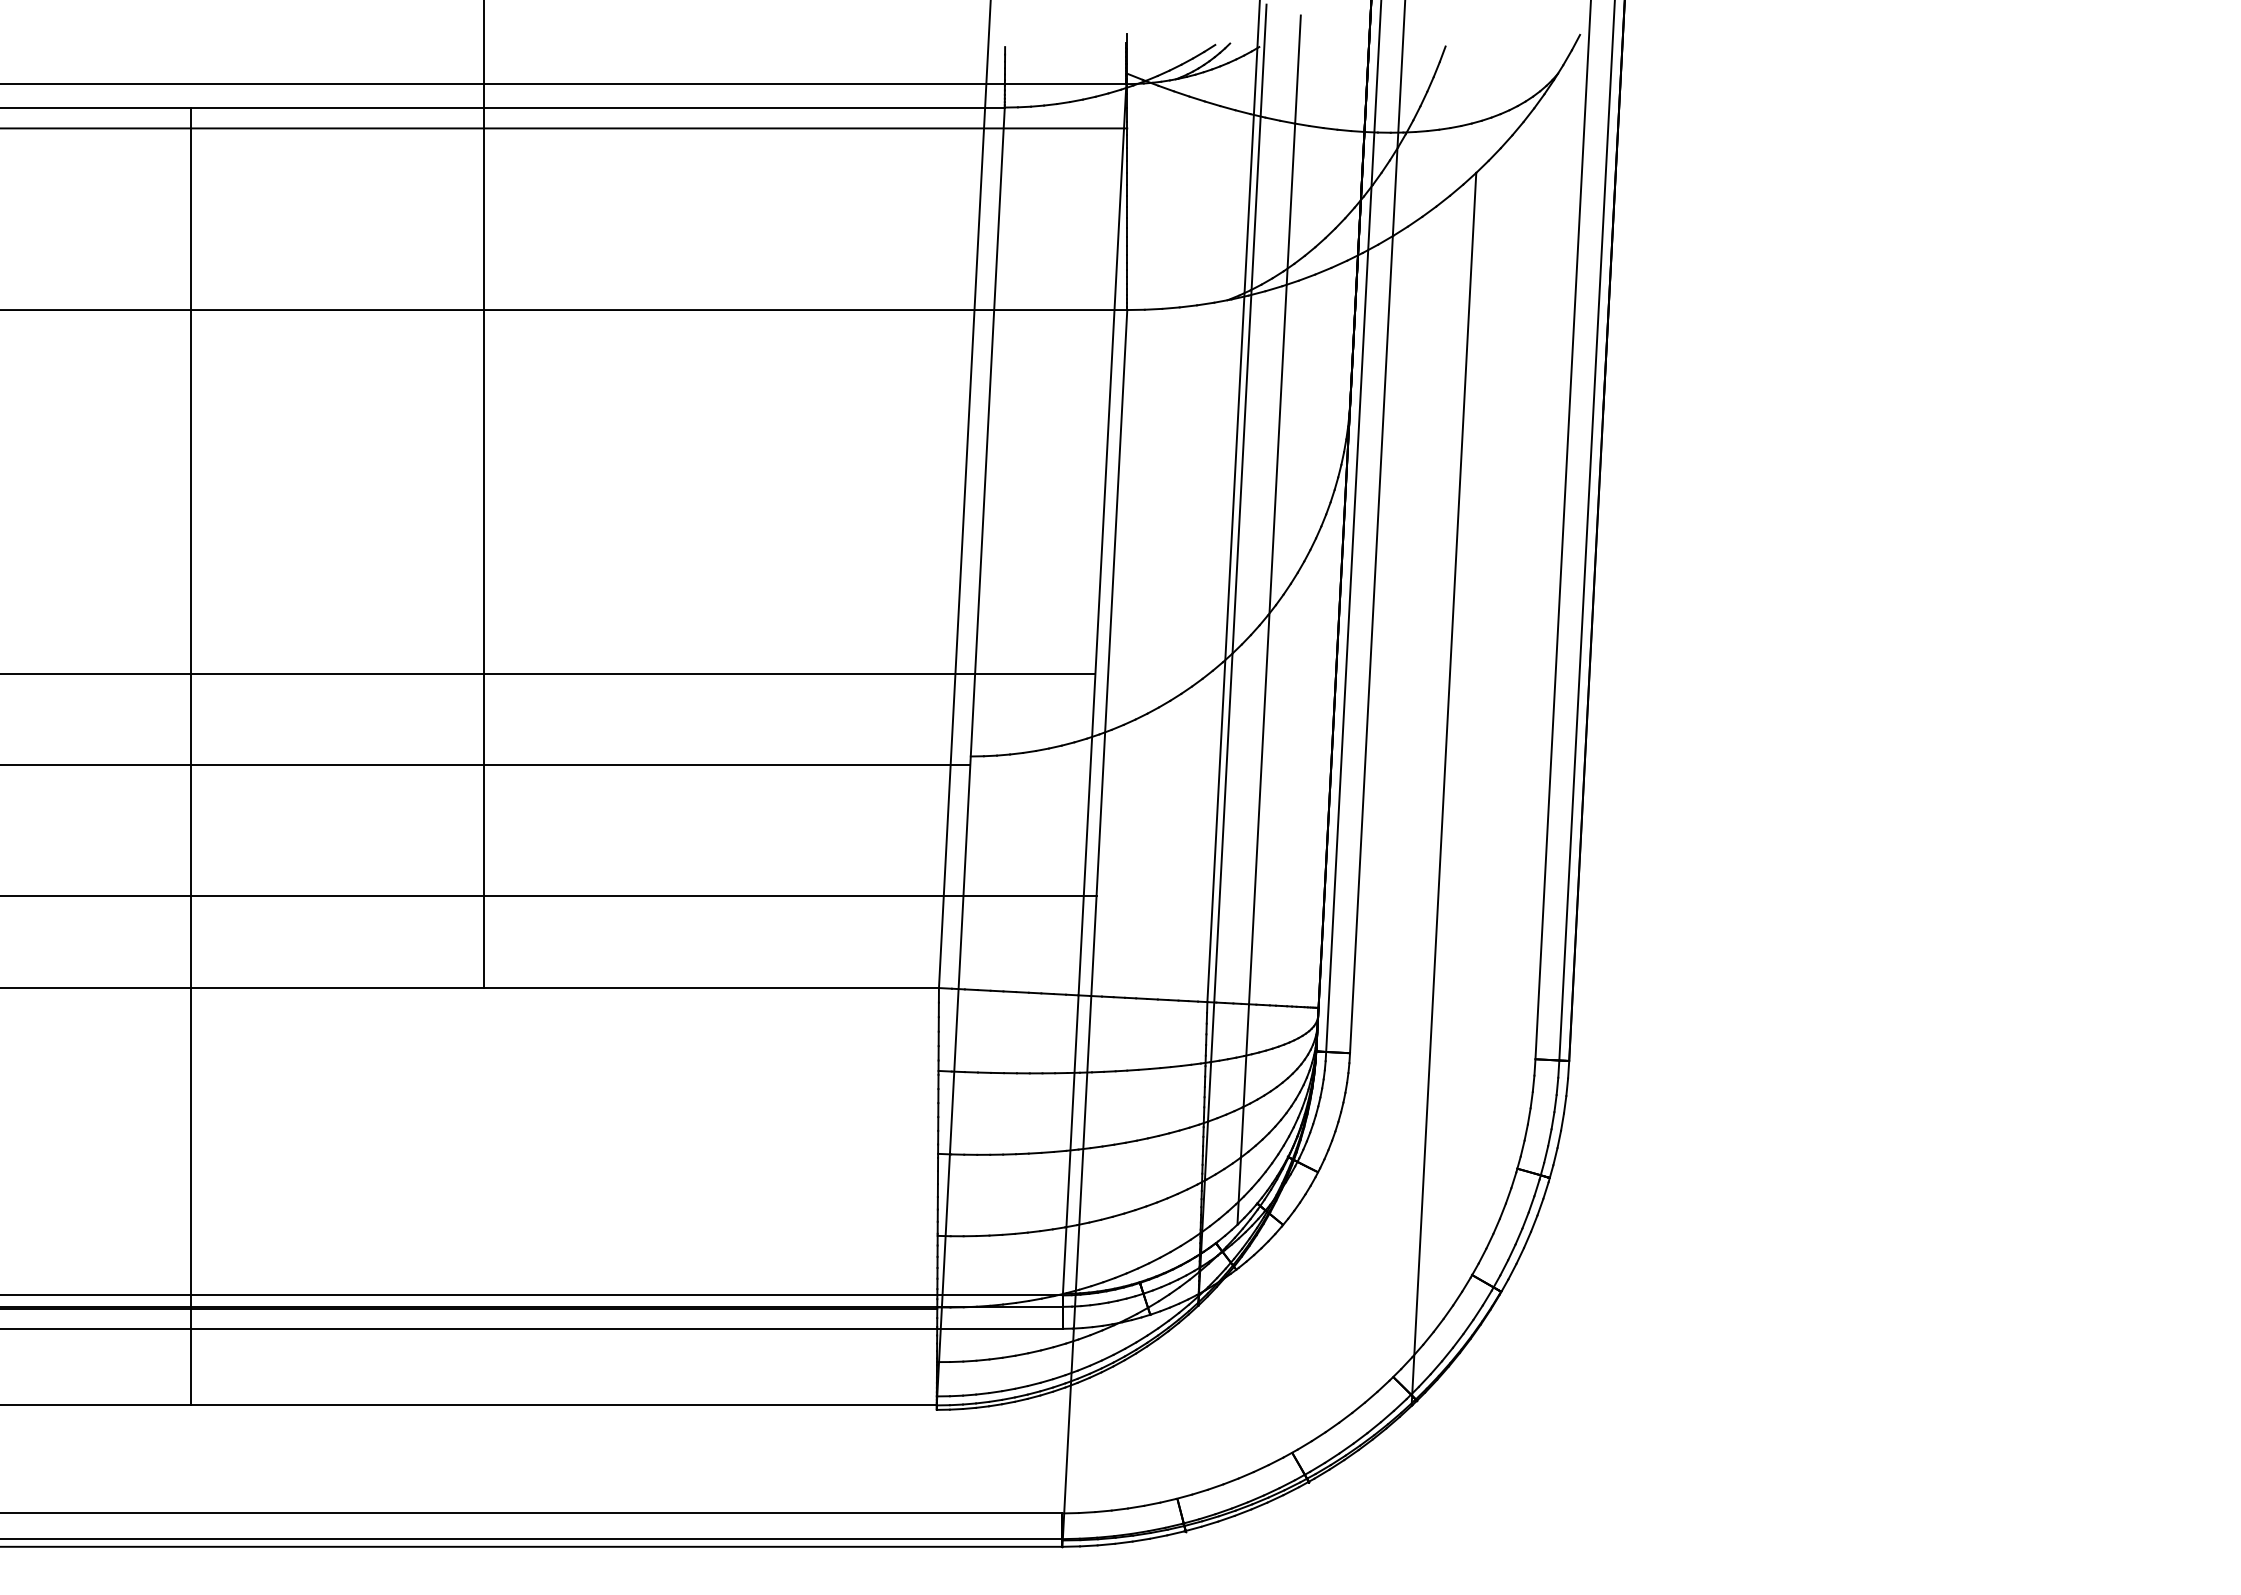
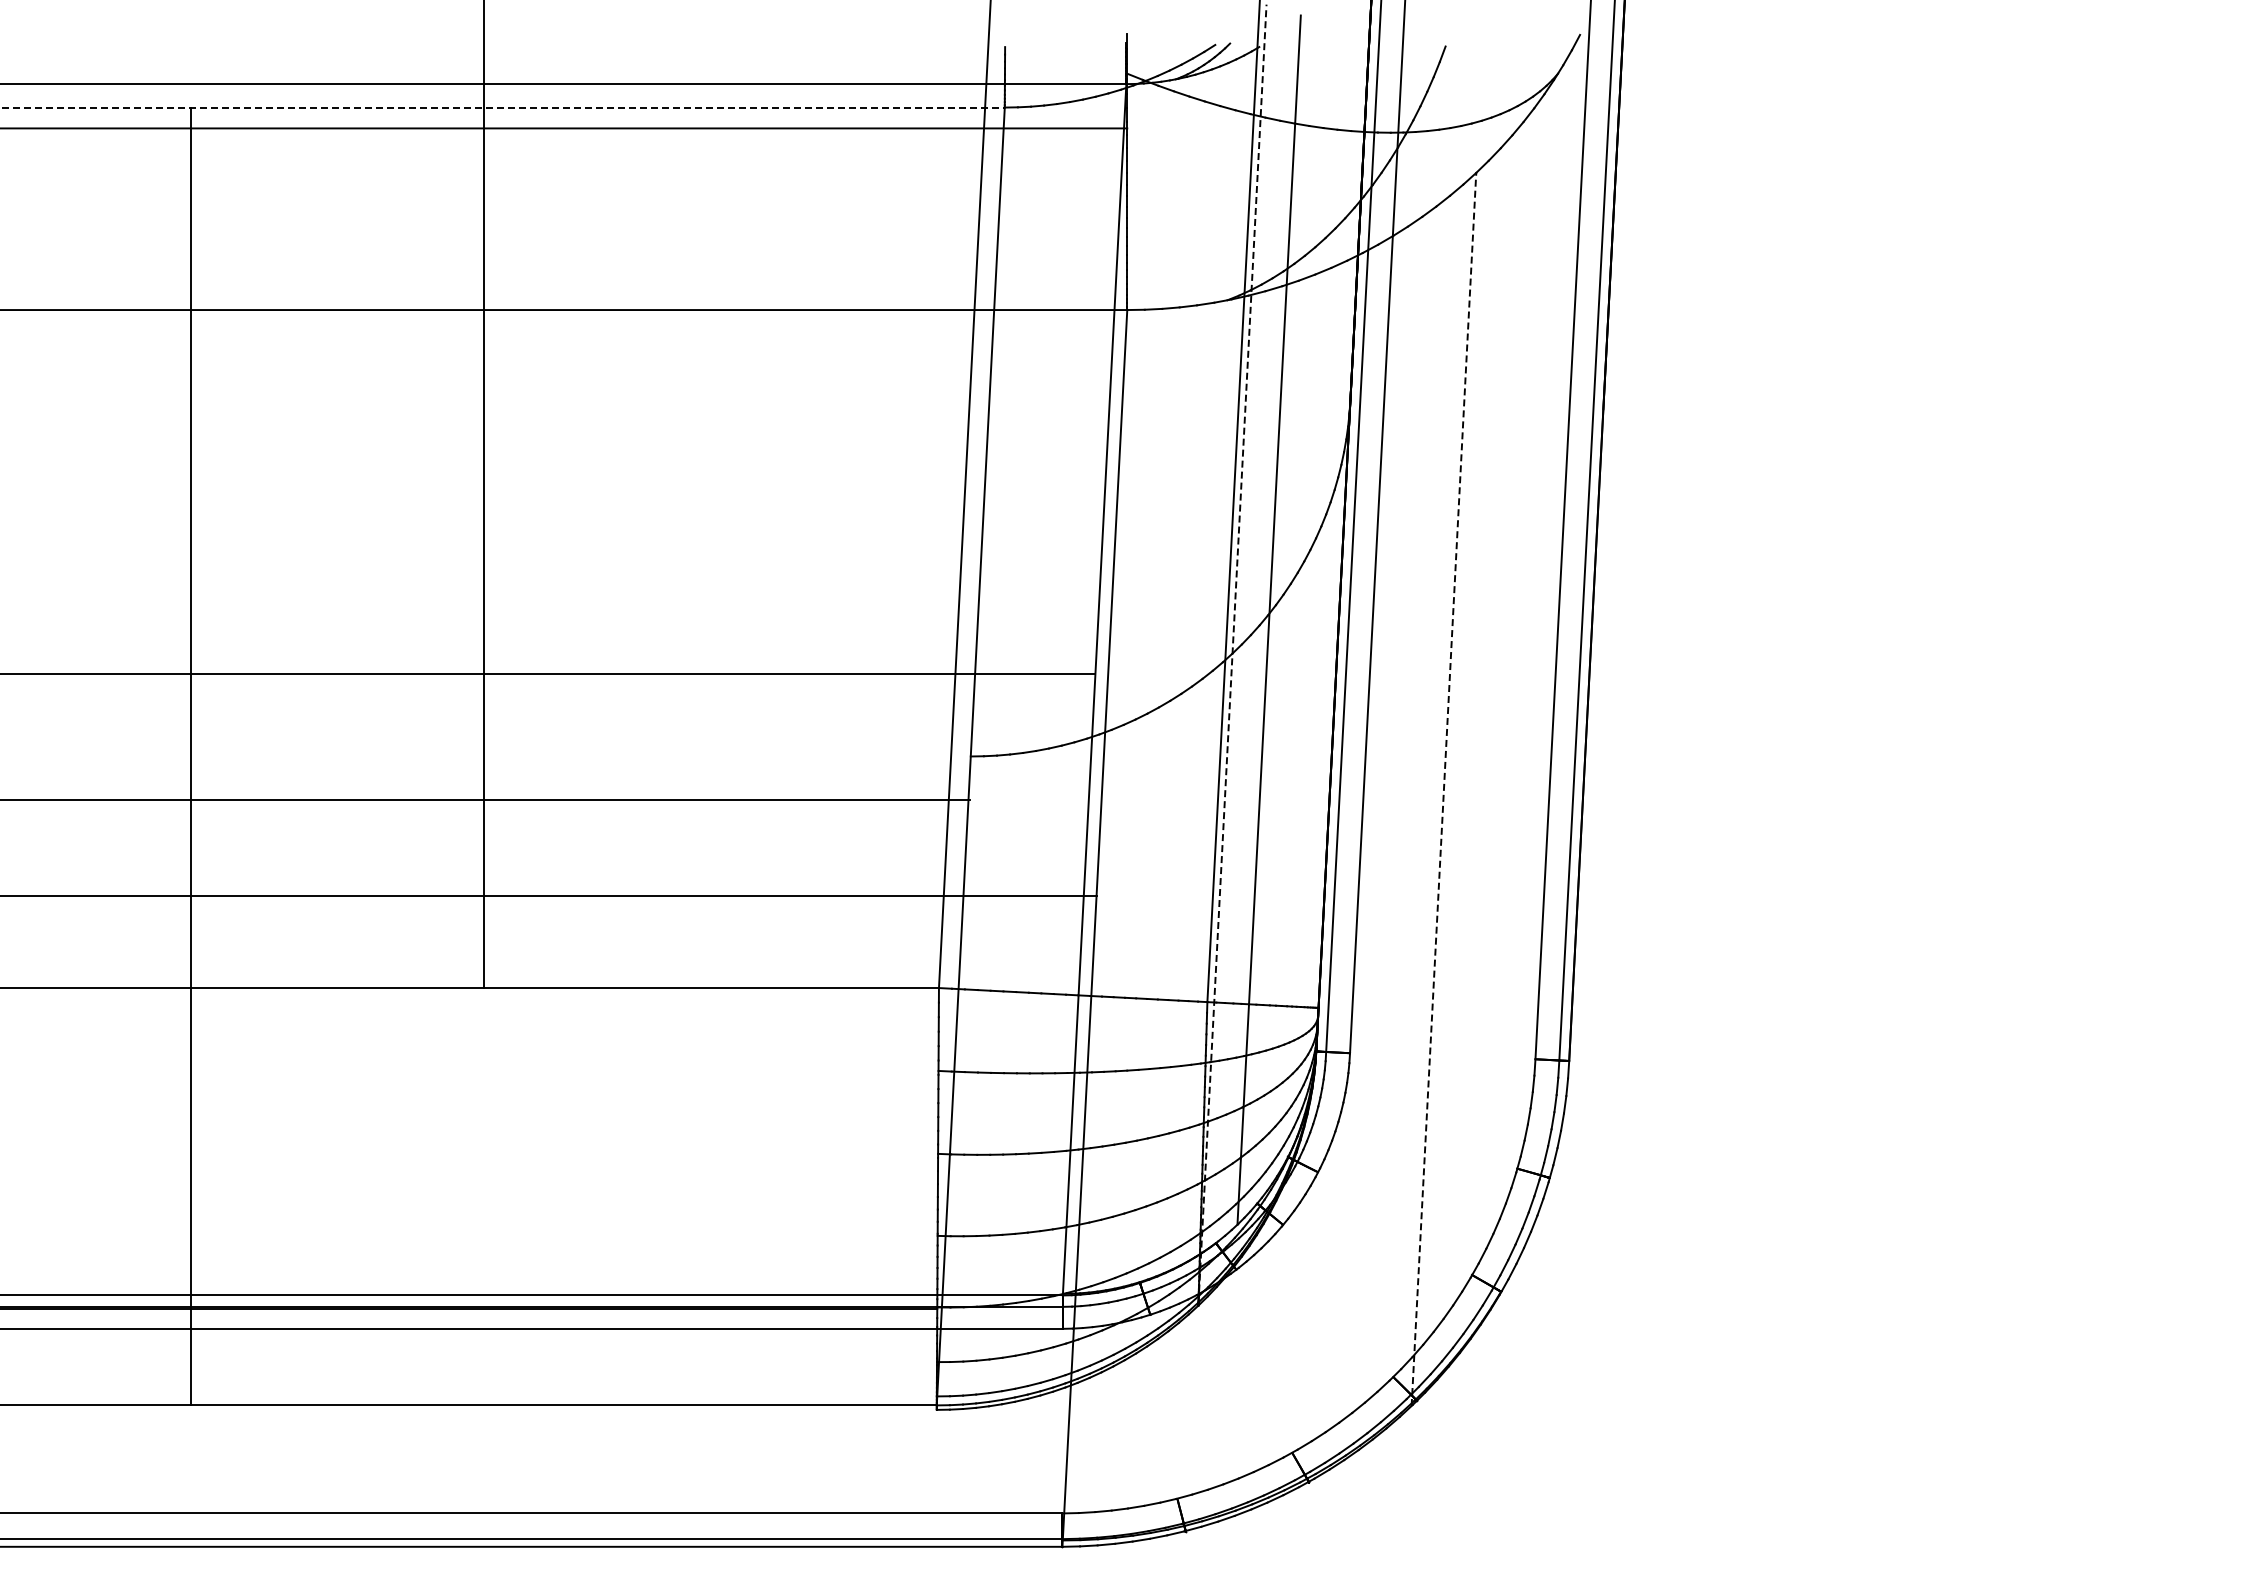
line at (502, 107): solid -> dashed
line at (1232, 653): solid -> dashed
line at (486, 765) position: (486, 765) -> (486, 800)
line at (1443, 788): solid -> dashed
